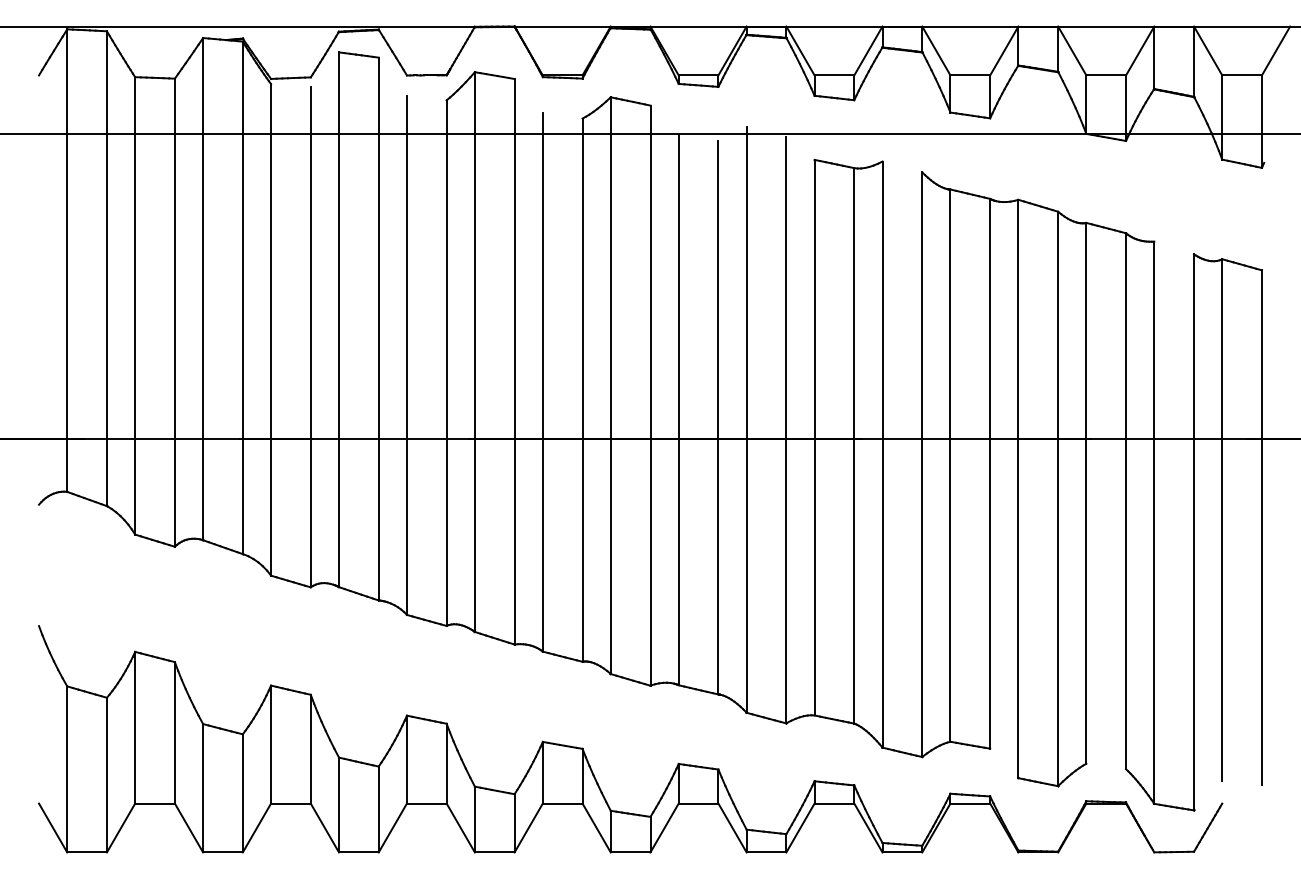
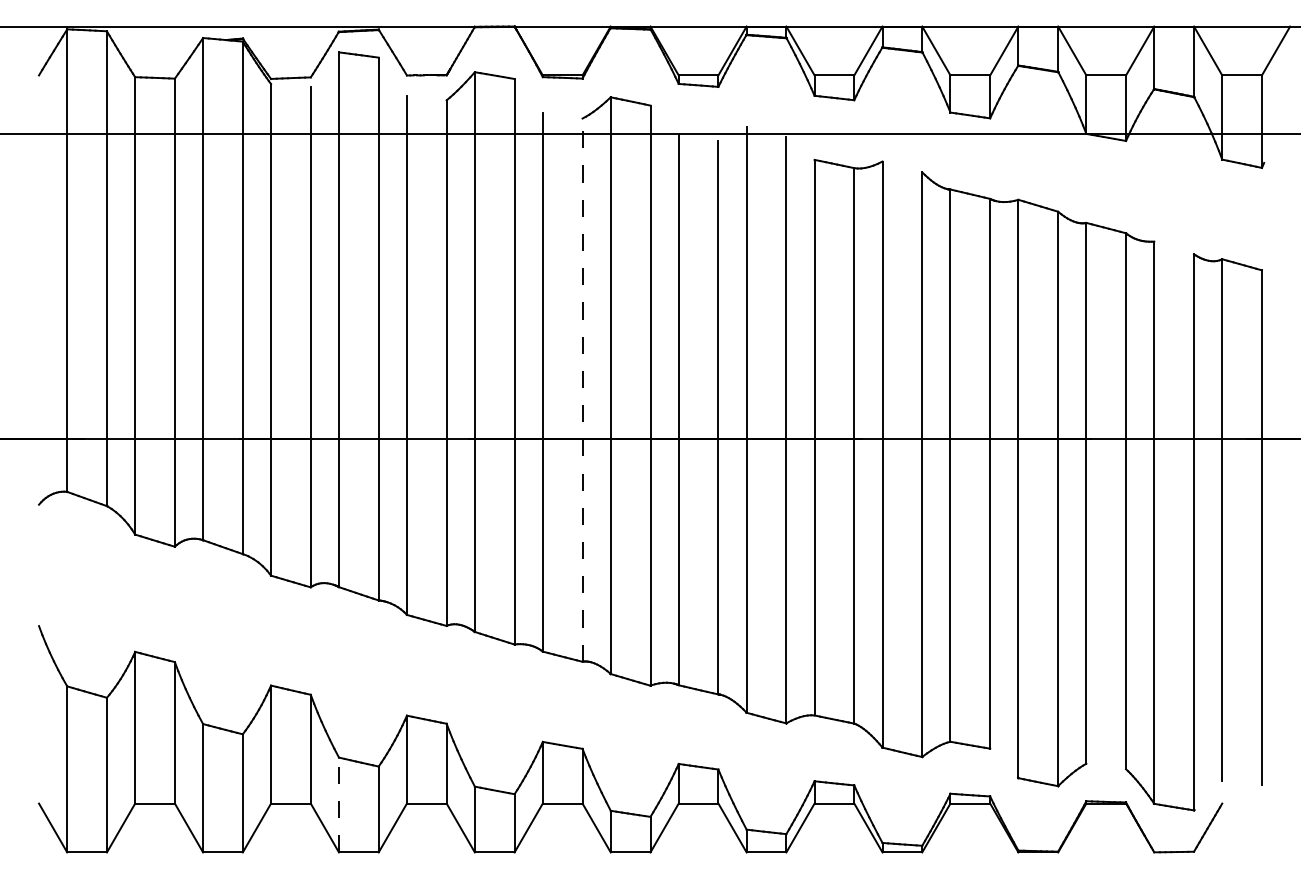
line at (582, 390): solid -> dashed
line at (338, 804): solid -> dashed
